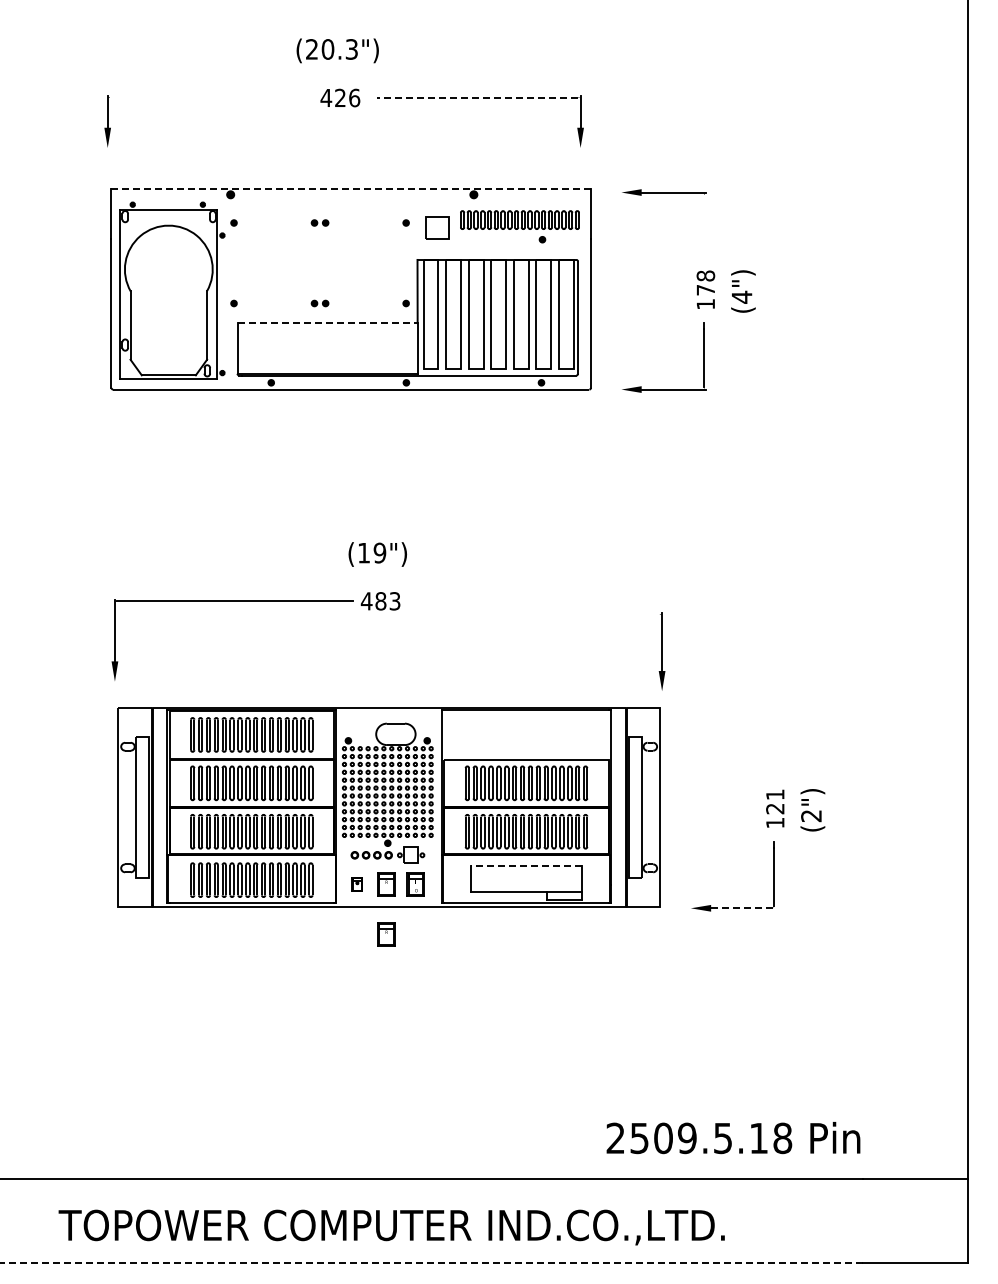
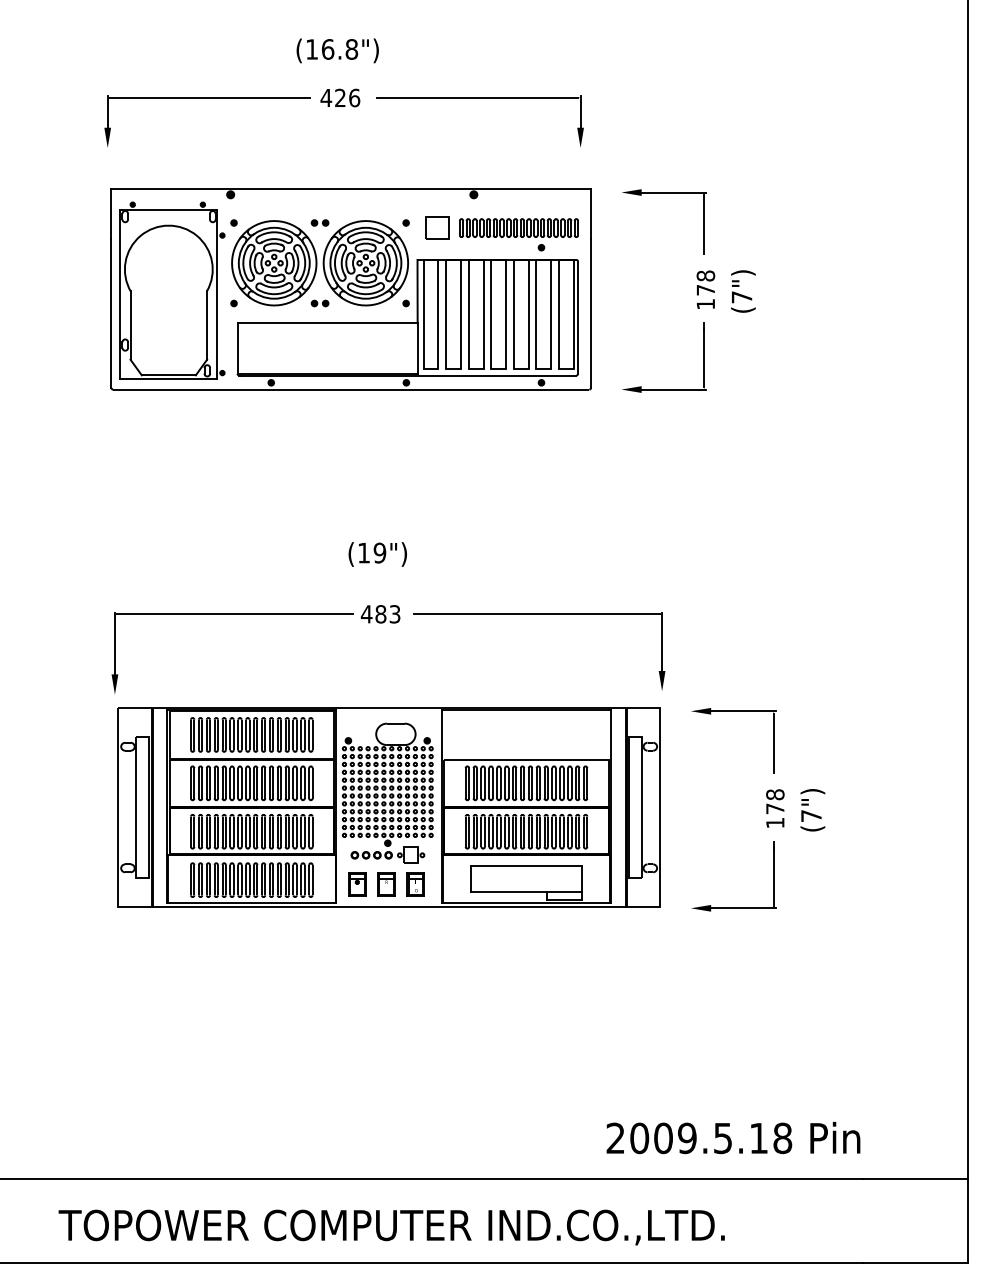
text at (332, 49): (20.3") -> (16.8")
line at (209, 97): none -> present
line at (477, 97): dashed -> solid
line at (351, 189): dashed -> solid
line at (704, 224): none -> present
part at (519, 226) position: (519, 226) -> (518, 234)
part at (319, 263): none -> present
text at (742, 296): (4") -> (7")
line at (328, 323): dashed -> solid
part at (255, 601) position: (255, 601) -> (255, 614)
line at (536, 614): none -> present
part at (733, 711): none -> present
text at (775, 801): 121 -> 178
text at (811, 816): (2") -> (7")
line at (526, 866): dashed -> solid
part at (356, 884) size: 12x15 px -> 19x25 px
line at (743, 908): dashed -> solid
part at (386, 934): present -> none
text at (639, 1138): 2509.5.18 -> 2009.5.18
line at (431, 1263): dashed -> solid
